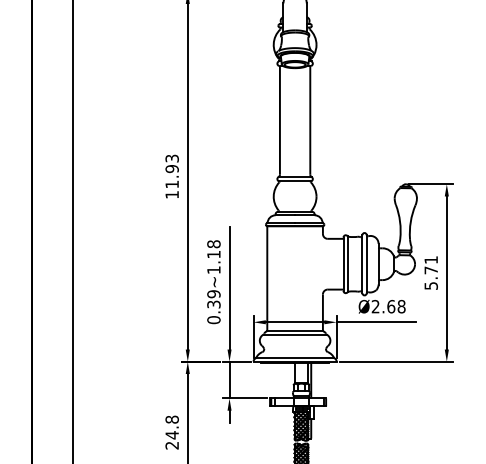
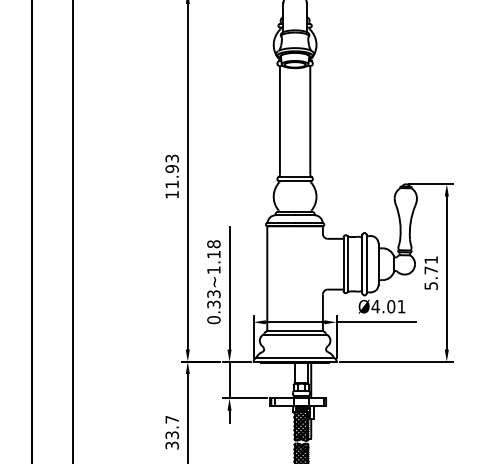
text at (213, 294): 0.39~1.18 -> 0.33~1.18
text at (388, 306): Ø2.68 -> Ø4.01
text at (171, 432): 24.8 -> 33.7
